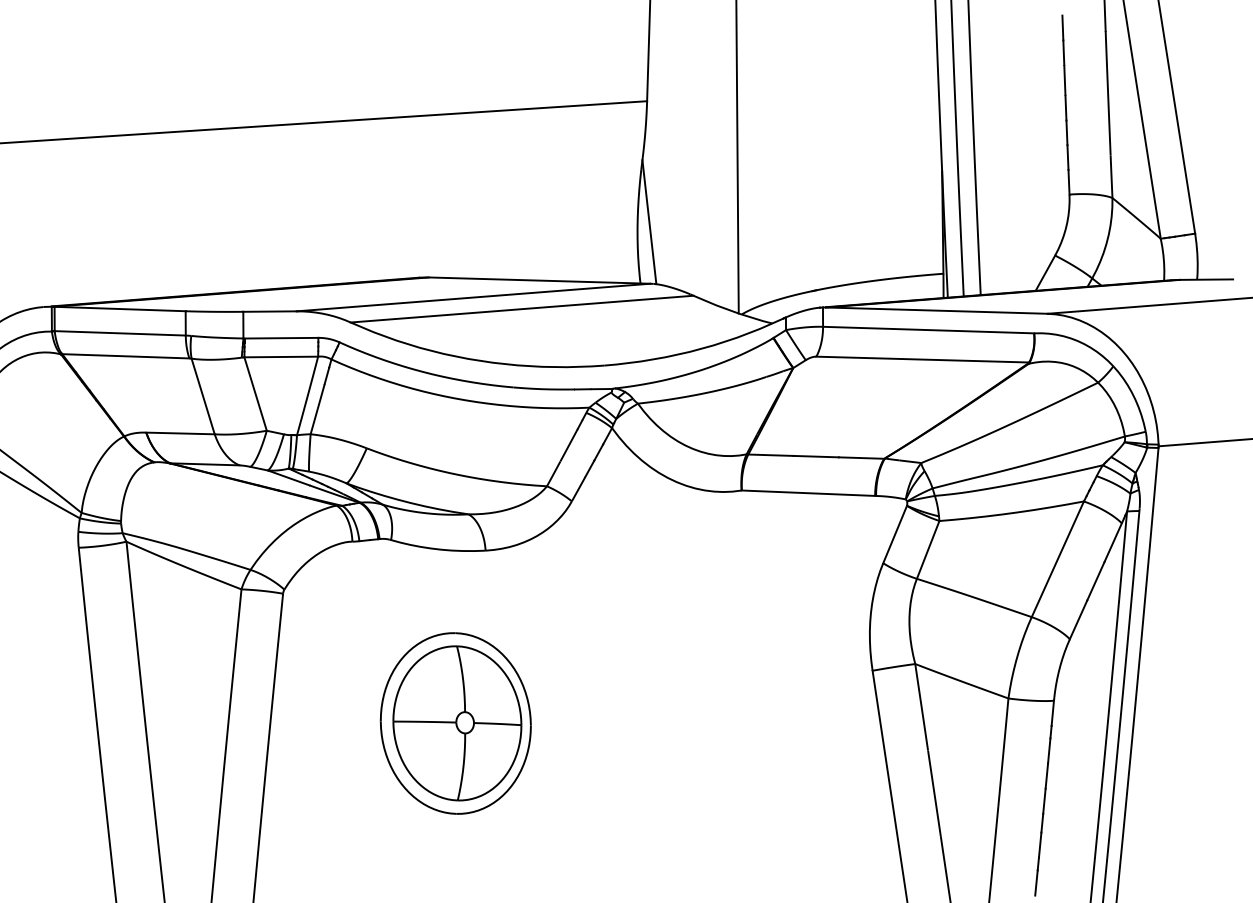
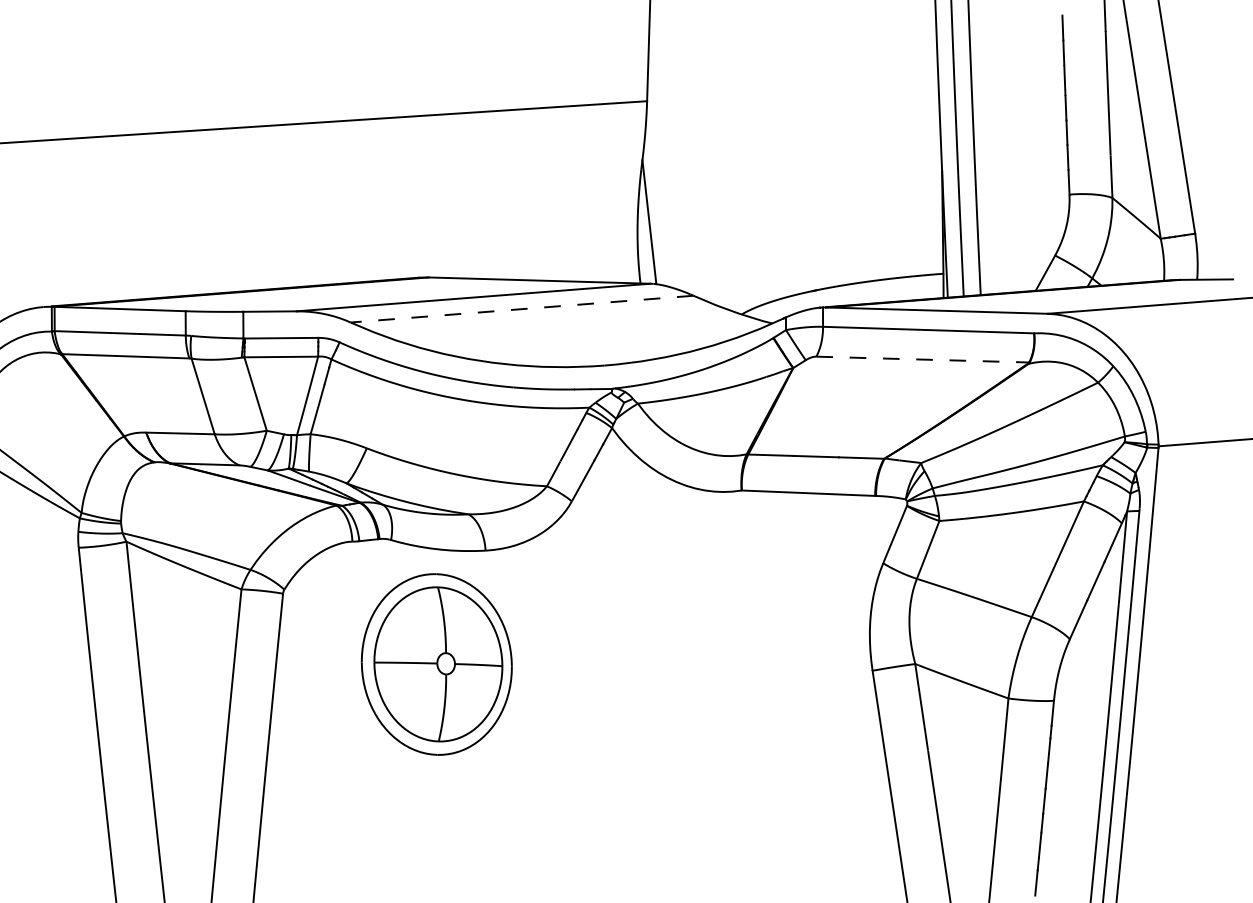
line at (737, 157): present -> none
line at (522, 309): solid -> dashed
line at (923, 359): solid -> dashed
part at (455, 723) position: (455, 723) -> (436, 664)
